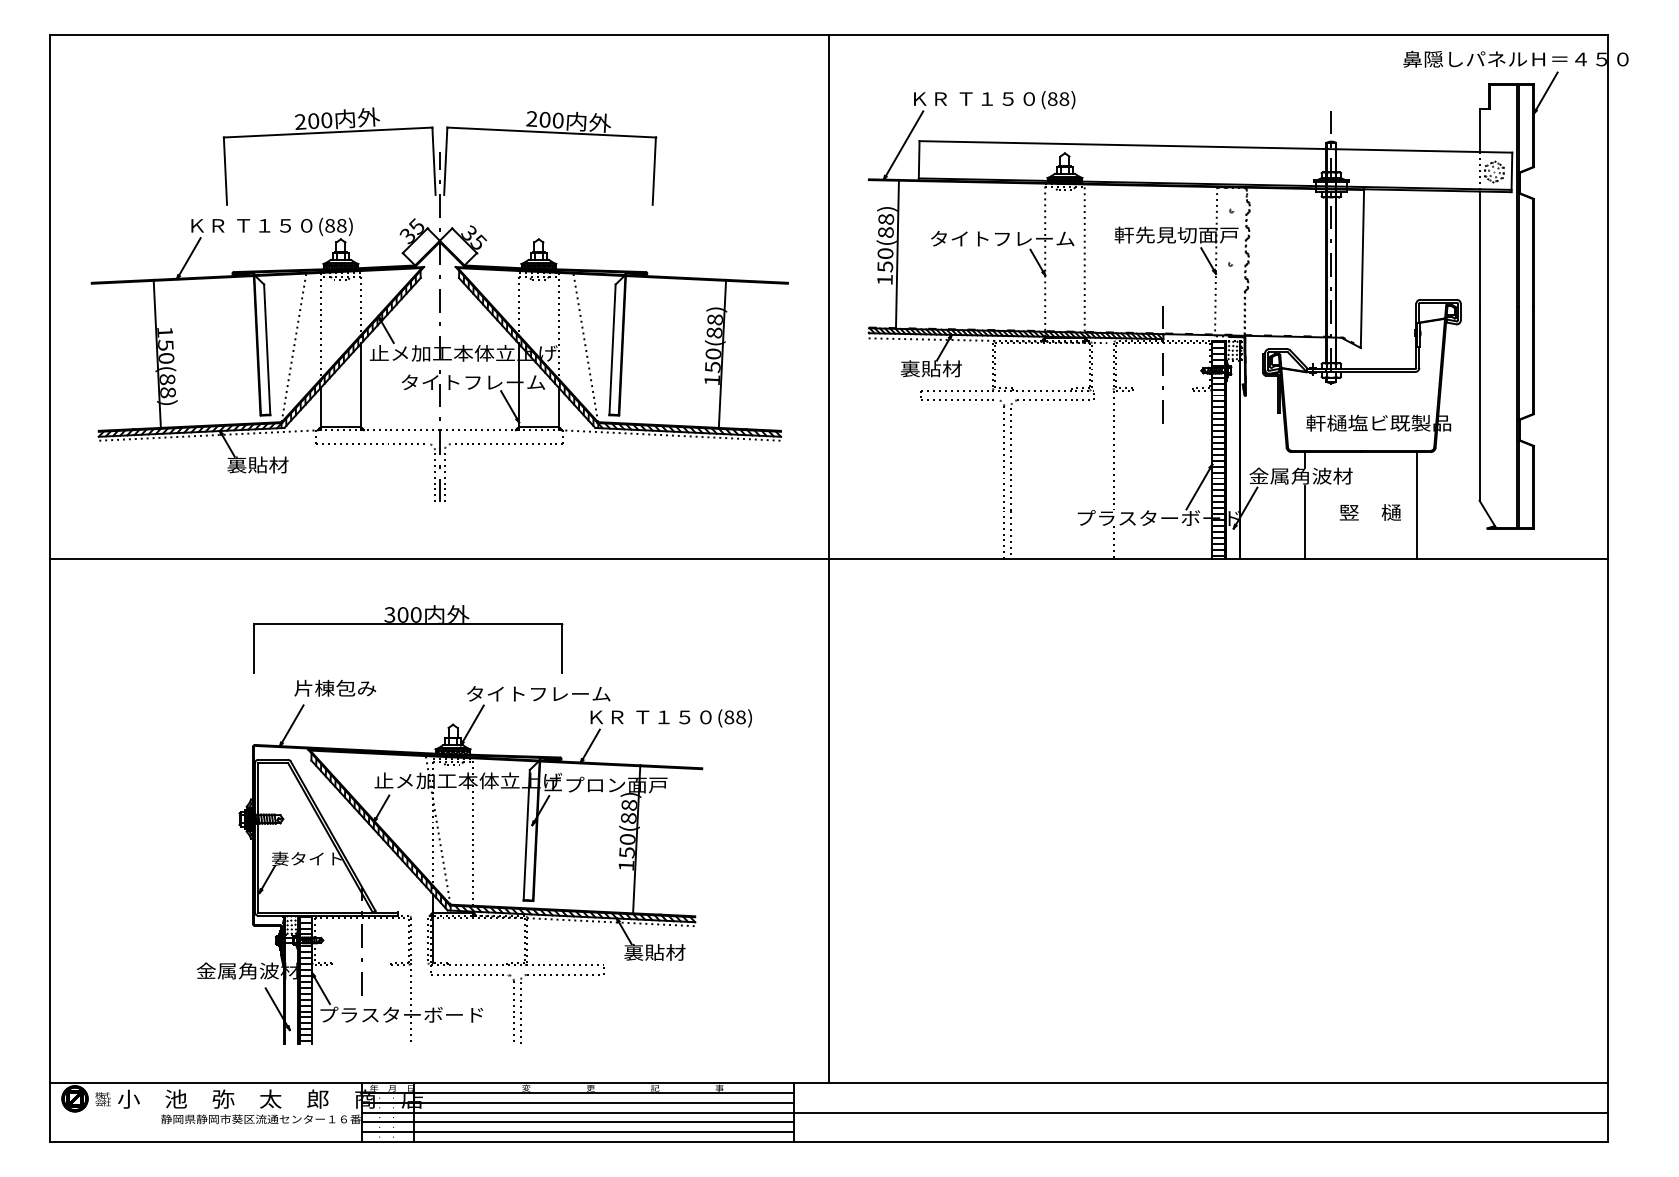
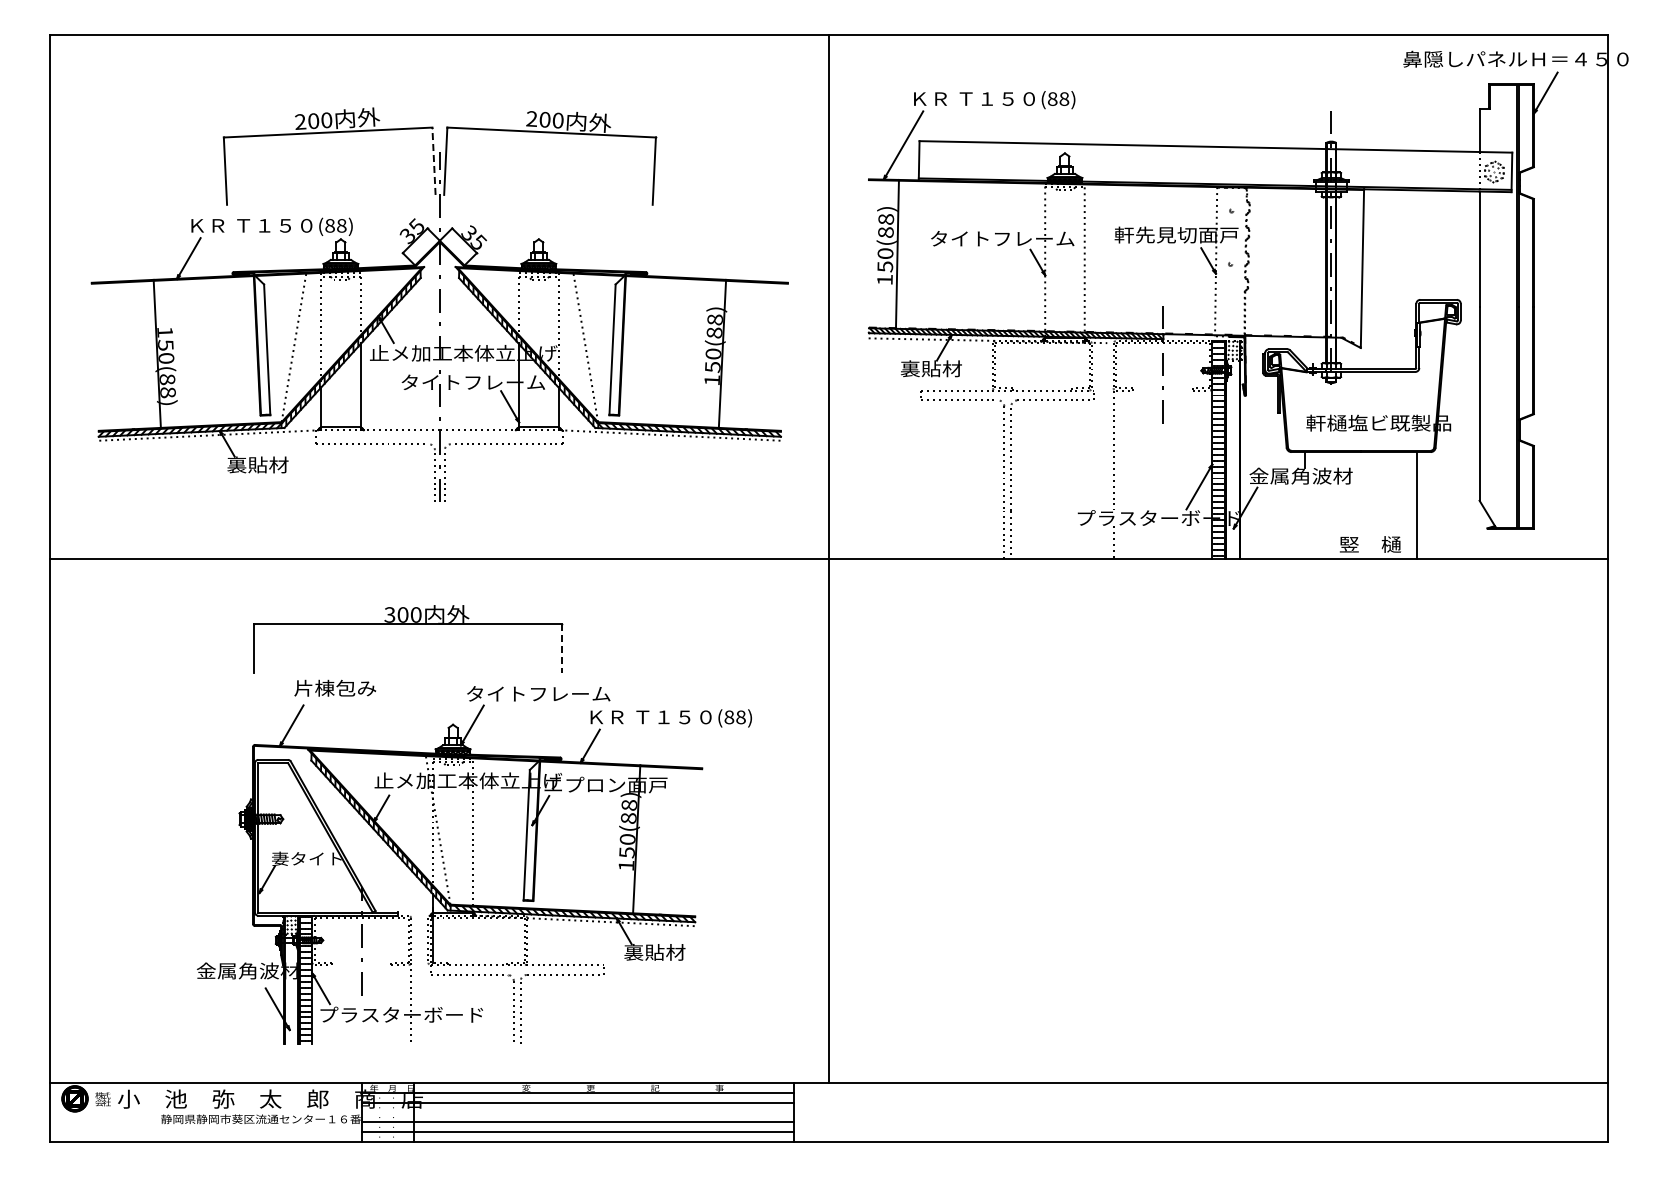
line at (434, 161): solid -> dashed
text at (1370, 512) position: (1370, 512) -> (1370, 544)
line at (1304, 522): present -> none
line at (561, 648): solid -> dashed
line at (984, 1112): present -> none
